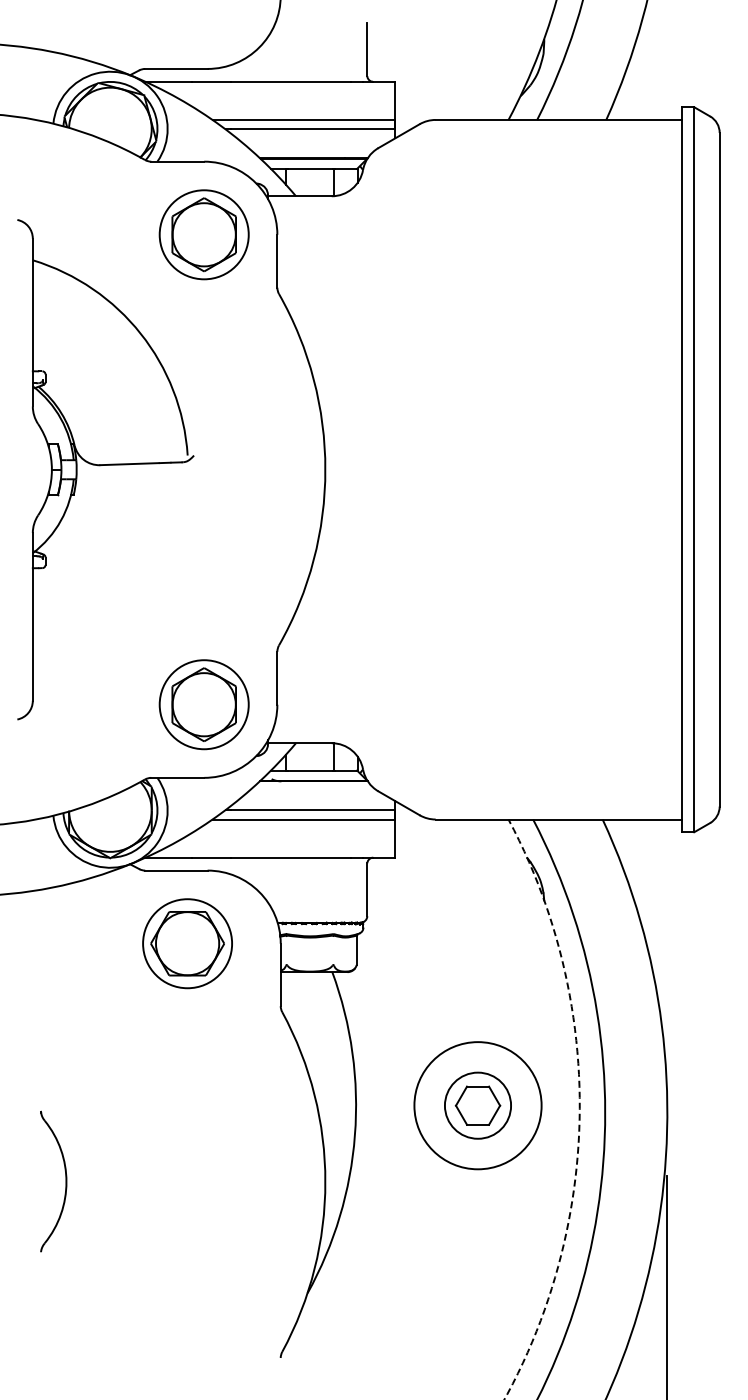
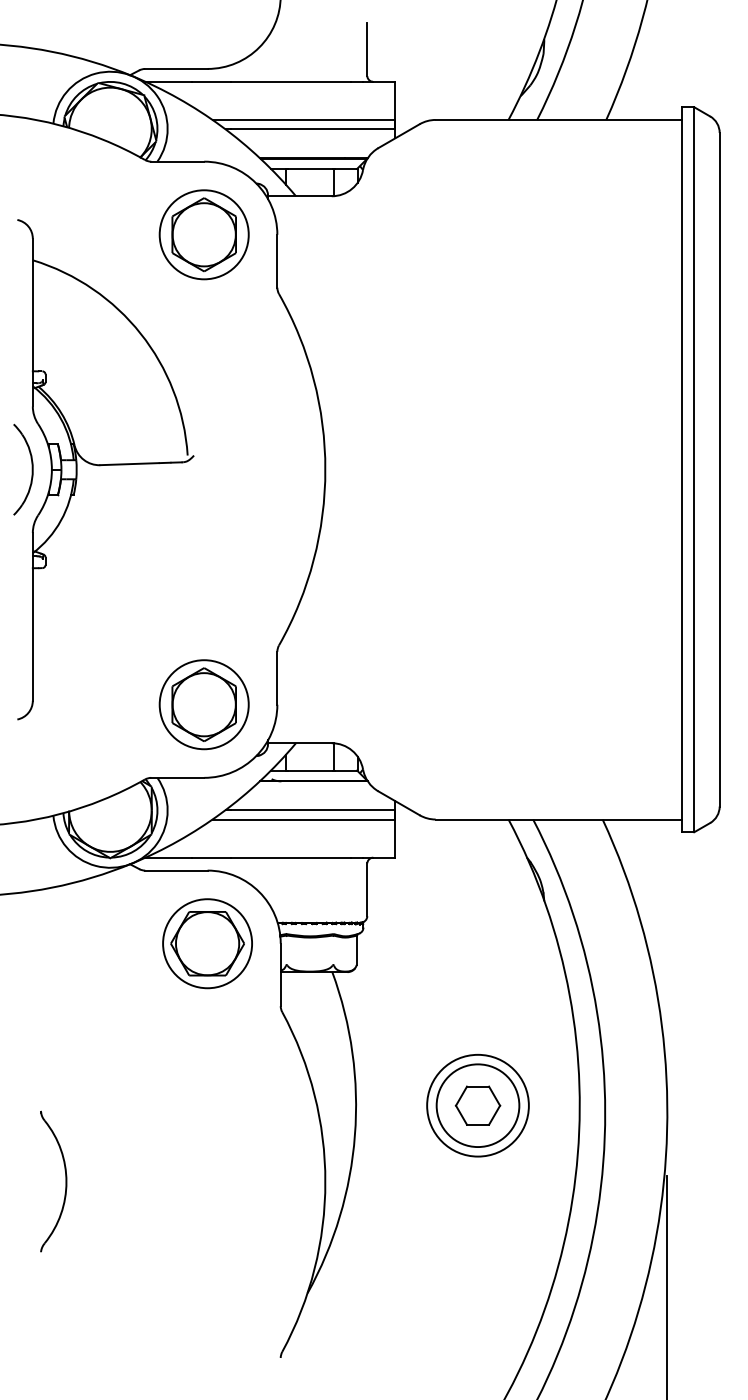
part at (31, 469): none -> present
part at (187, 943) position: (187, 943) -> (207, 943)
circle at (477, 1105) diameter: 127 px -> 102 px
circle at (477, 1105) diameter: 66 px -> 83 px
arc at (579, 1108): dashed -> solid
